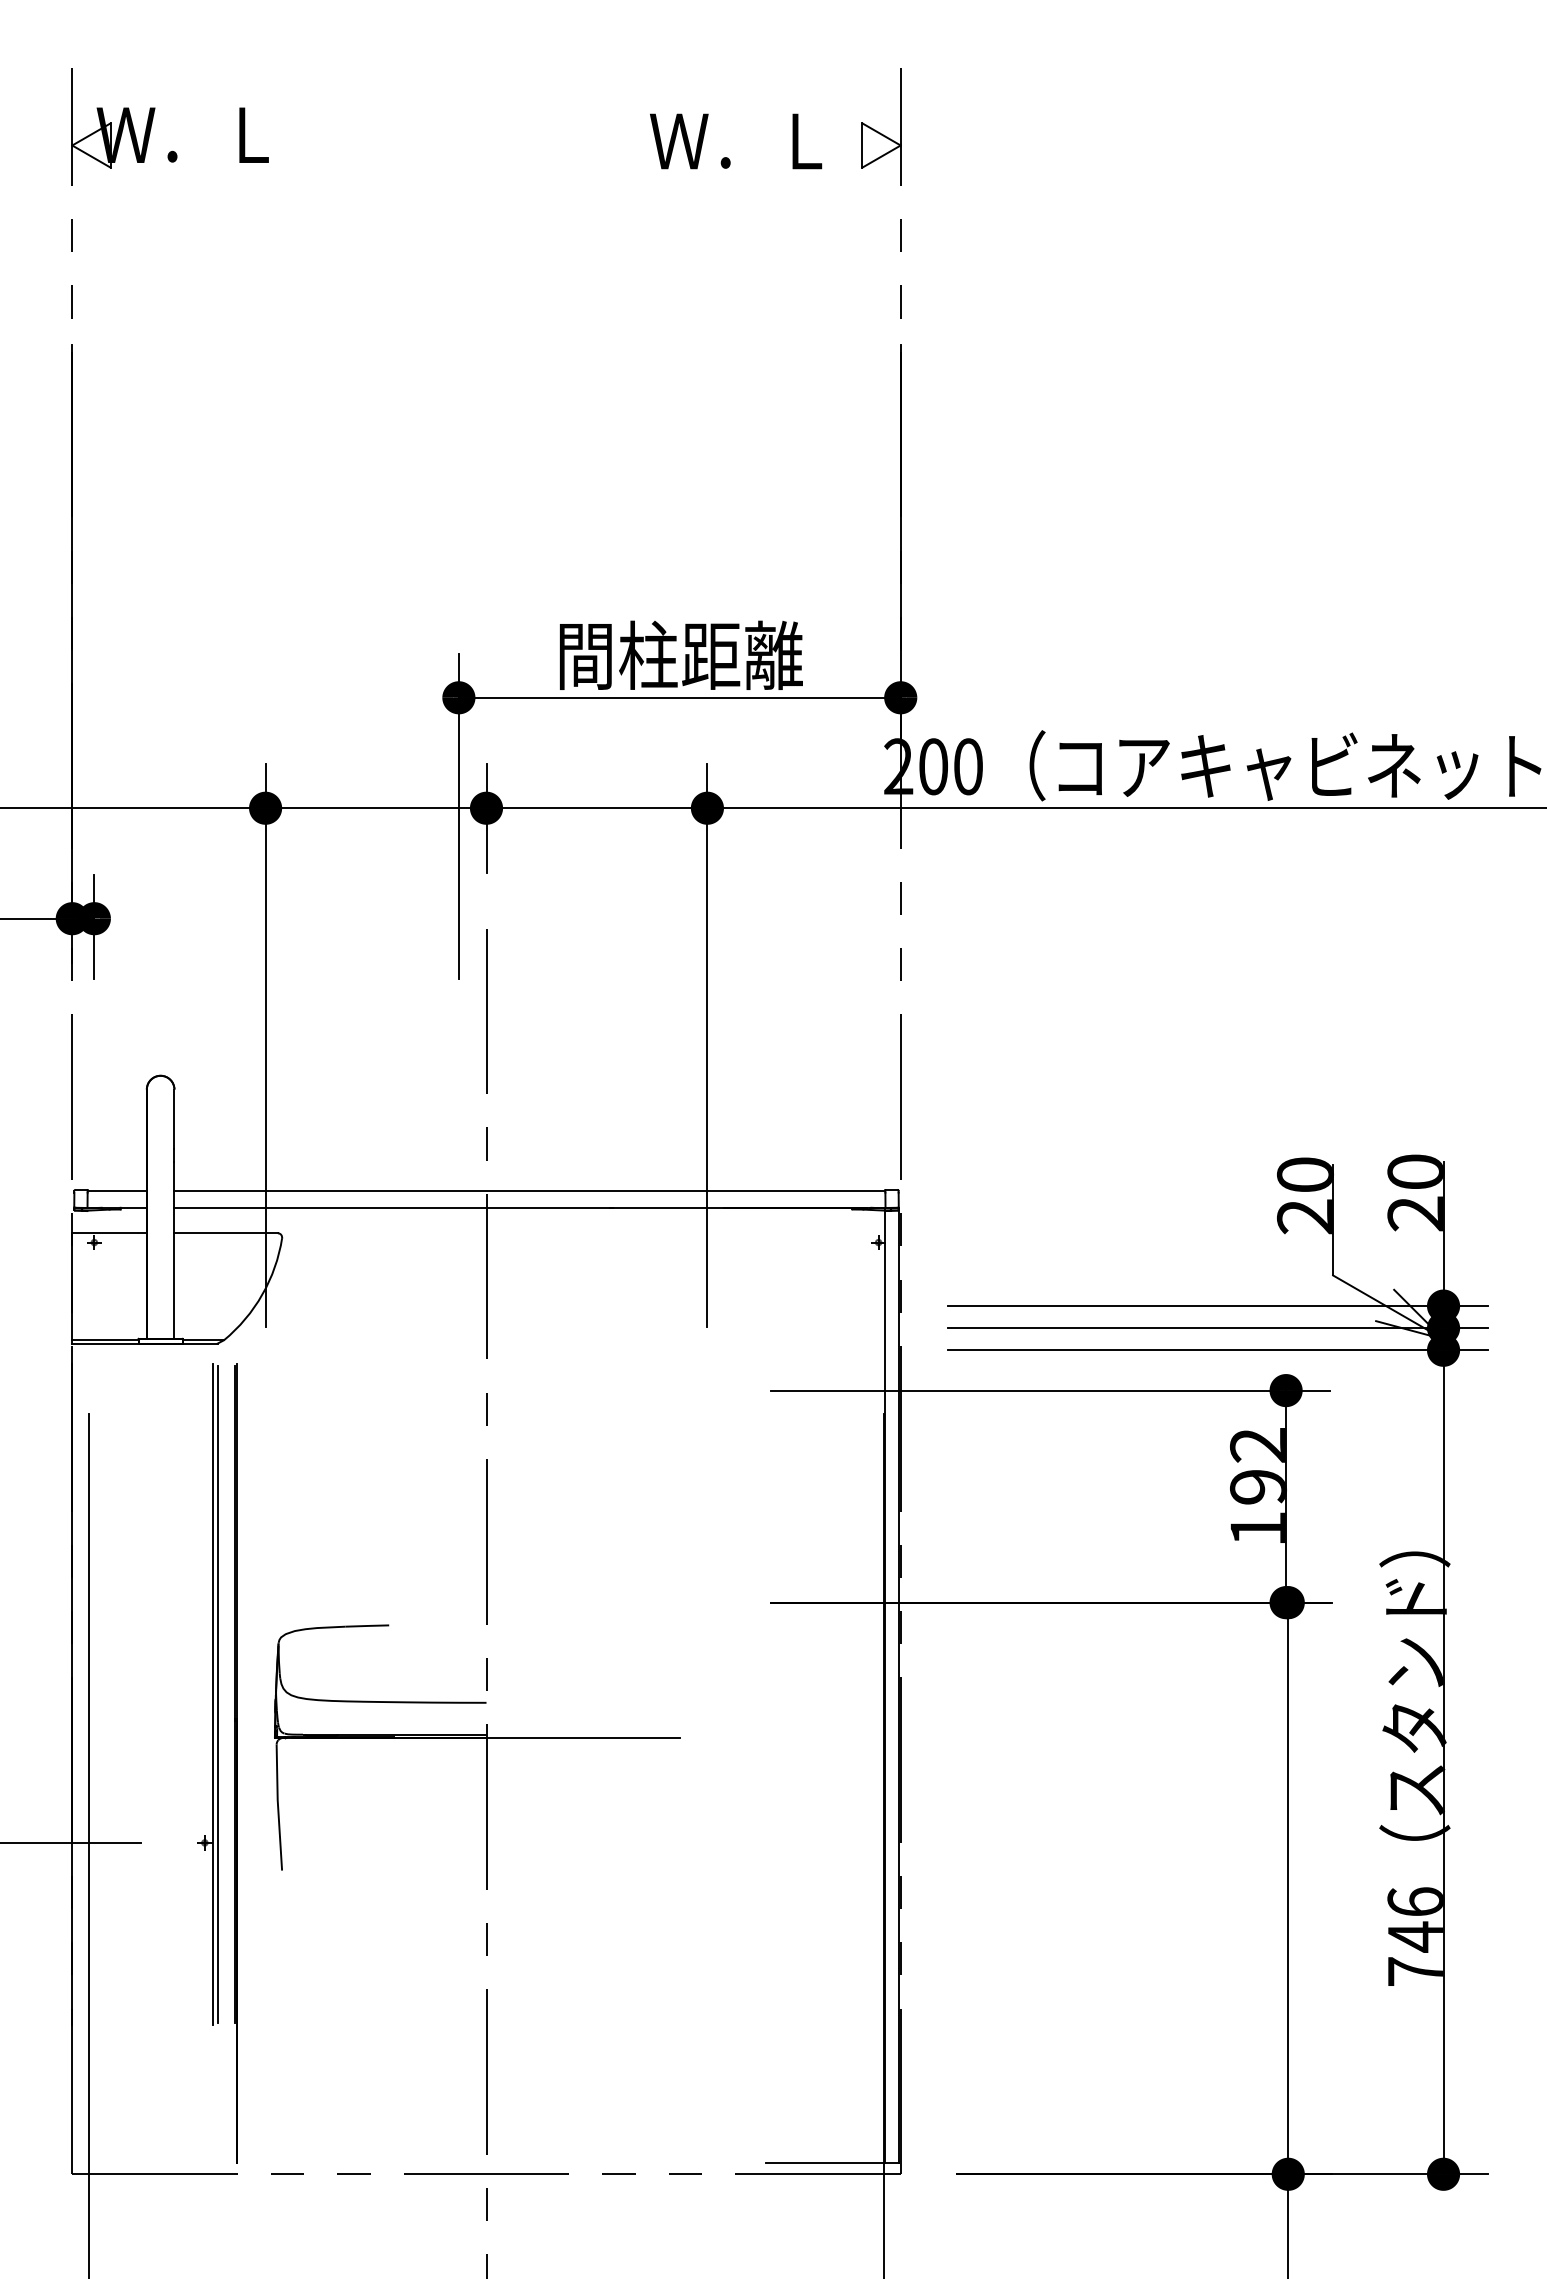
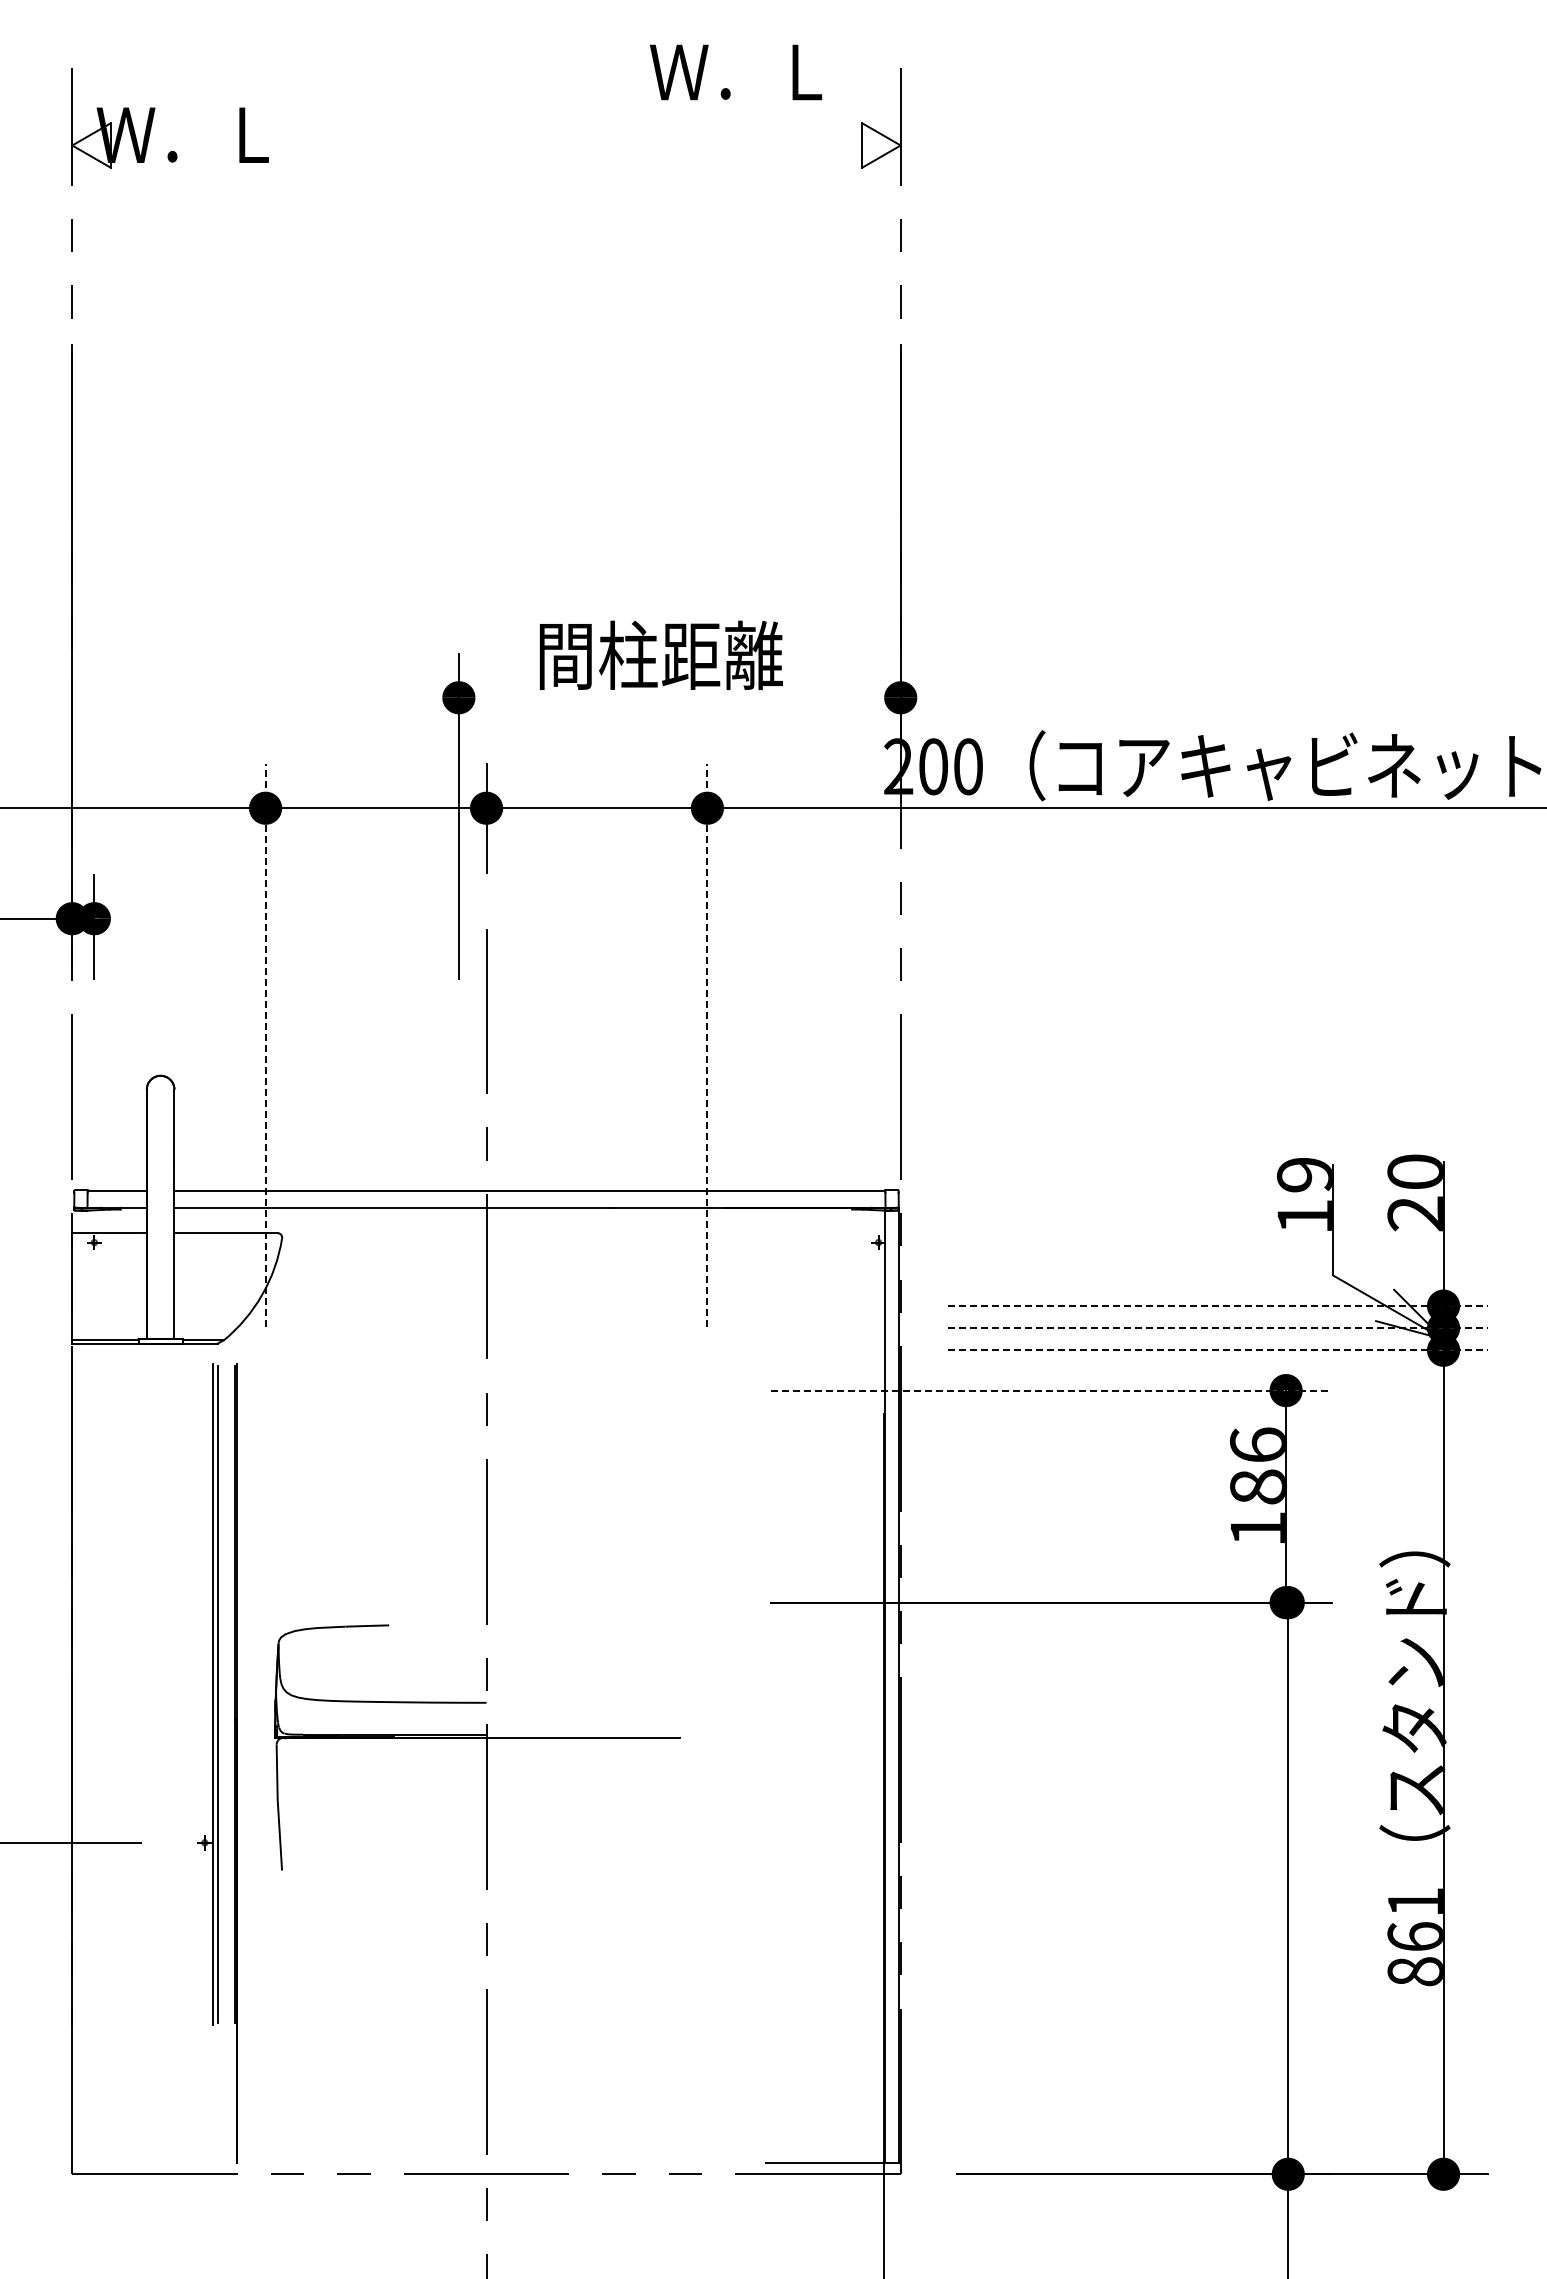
text at (736, 141) position: (736, 141) -> (736, 72)
text at (681, 654) position: (681, 654) -> (661, 654)
line at (679, 697): present -> none
line at (265, 1044): solid -> dashed
line at (707, 1044): solid -> dashed
text at (1304, 1195): 20 -> 19
line at (1217, 1306): solid -> dashed
line at (1217, 1328): solid -> dashed
line at (1217, 1350): solid -> dashed
line at (1050, 1390): solid -> dashed
text at (1257, 1465): 192 -> 186
line at (88, 1844): present -> none
text at (1414, 1936): 746 -> 861
